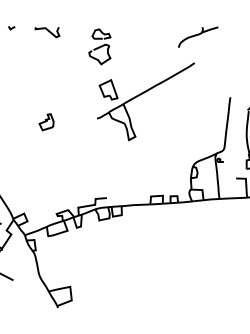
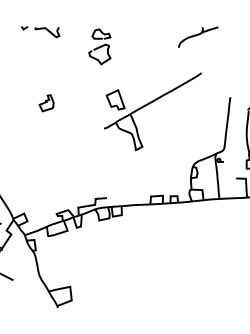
part at (11, 28) position: (11, 28) -> (24, 28)
part at (142, 94) position: (142, 94) -> (149, 104)
part at (46, 122) position: (46, 122) -> (46, 103)
